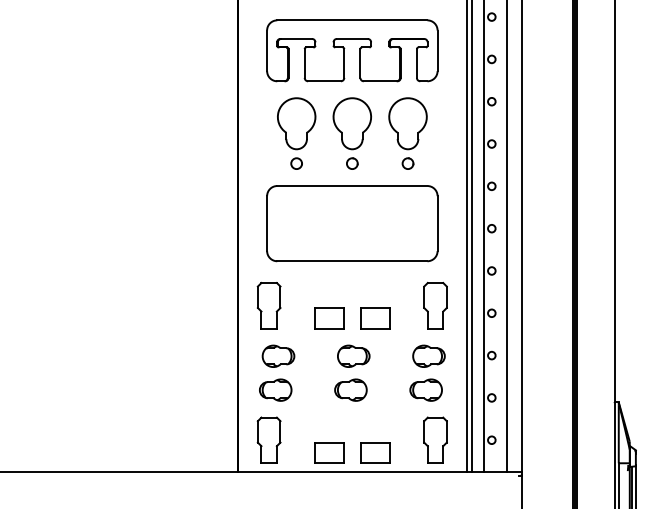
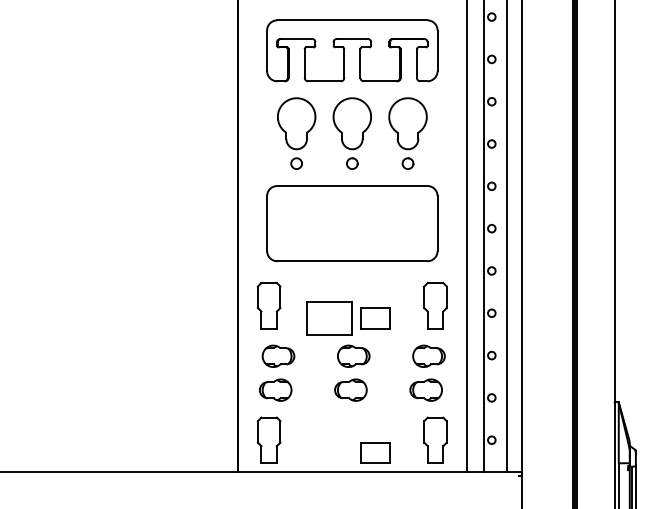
line at (471, 237): present -> none
part at (329, 318) size: 31x23 px -> 47x35 px
part at (329, 452): present -> none
